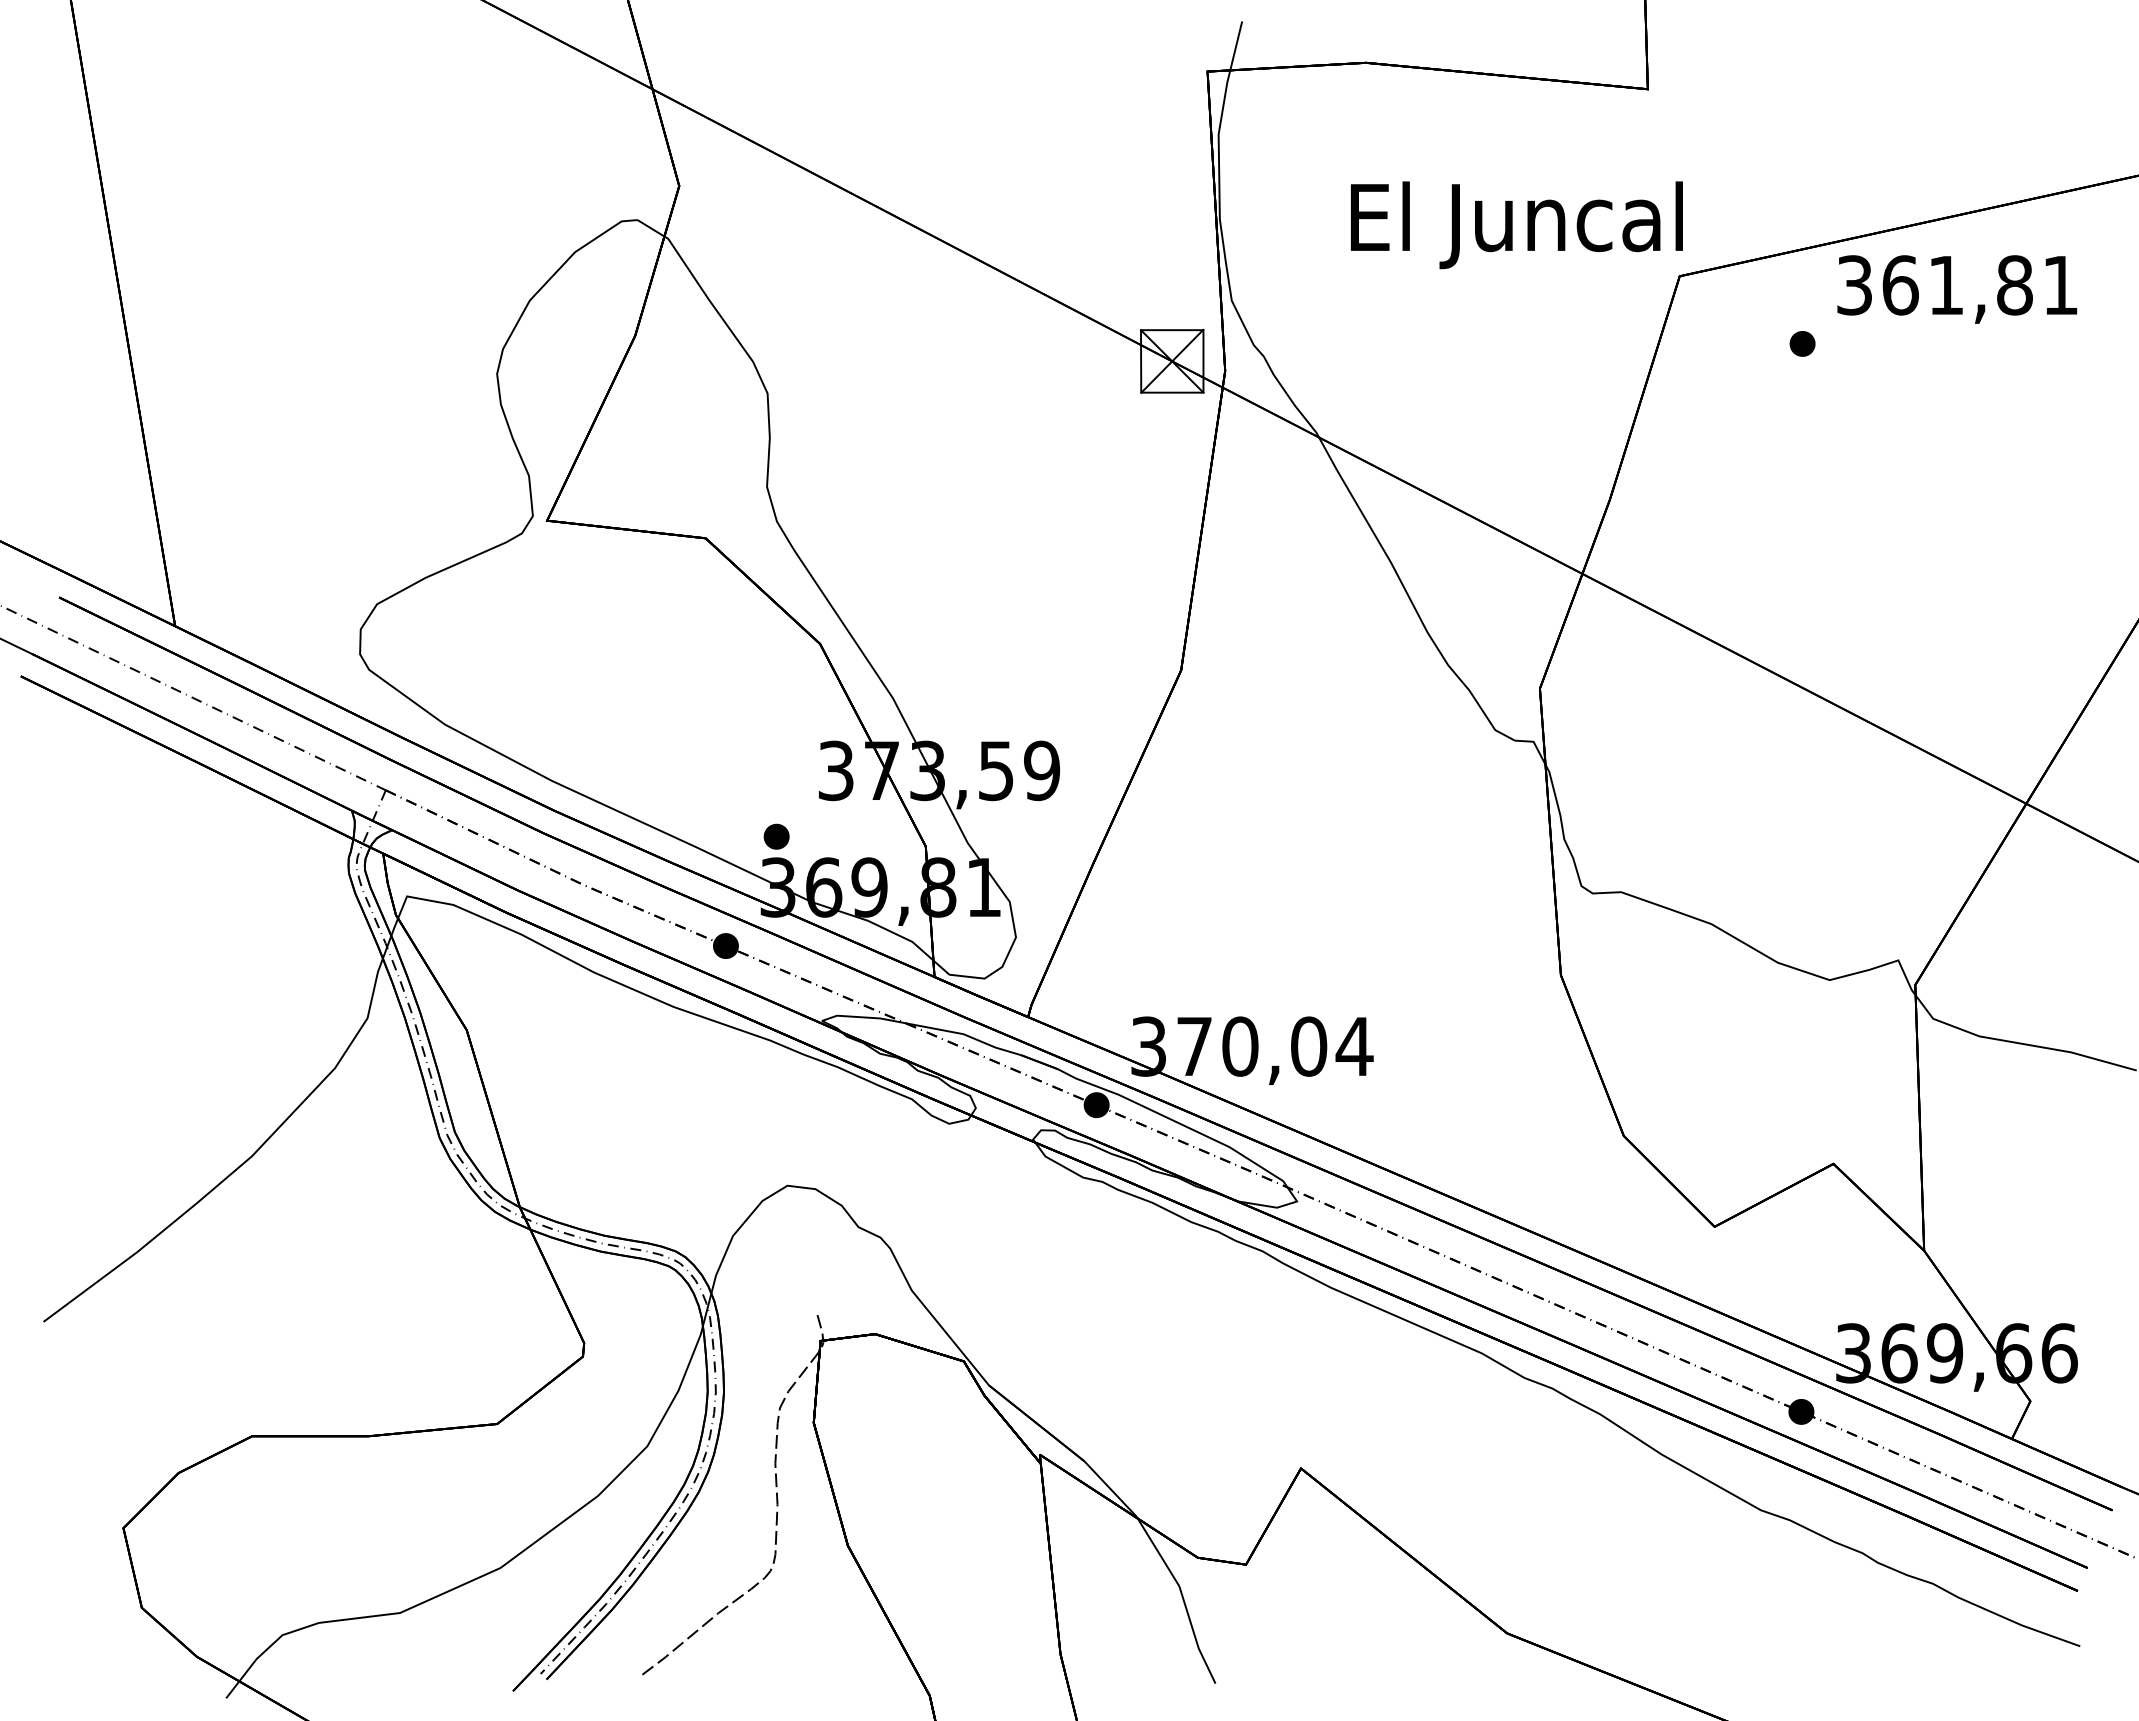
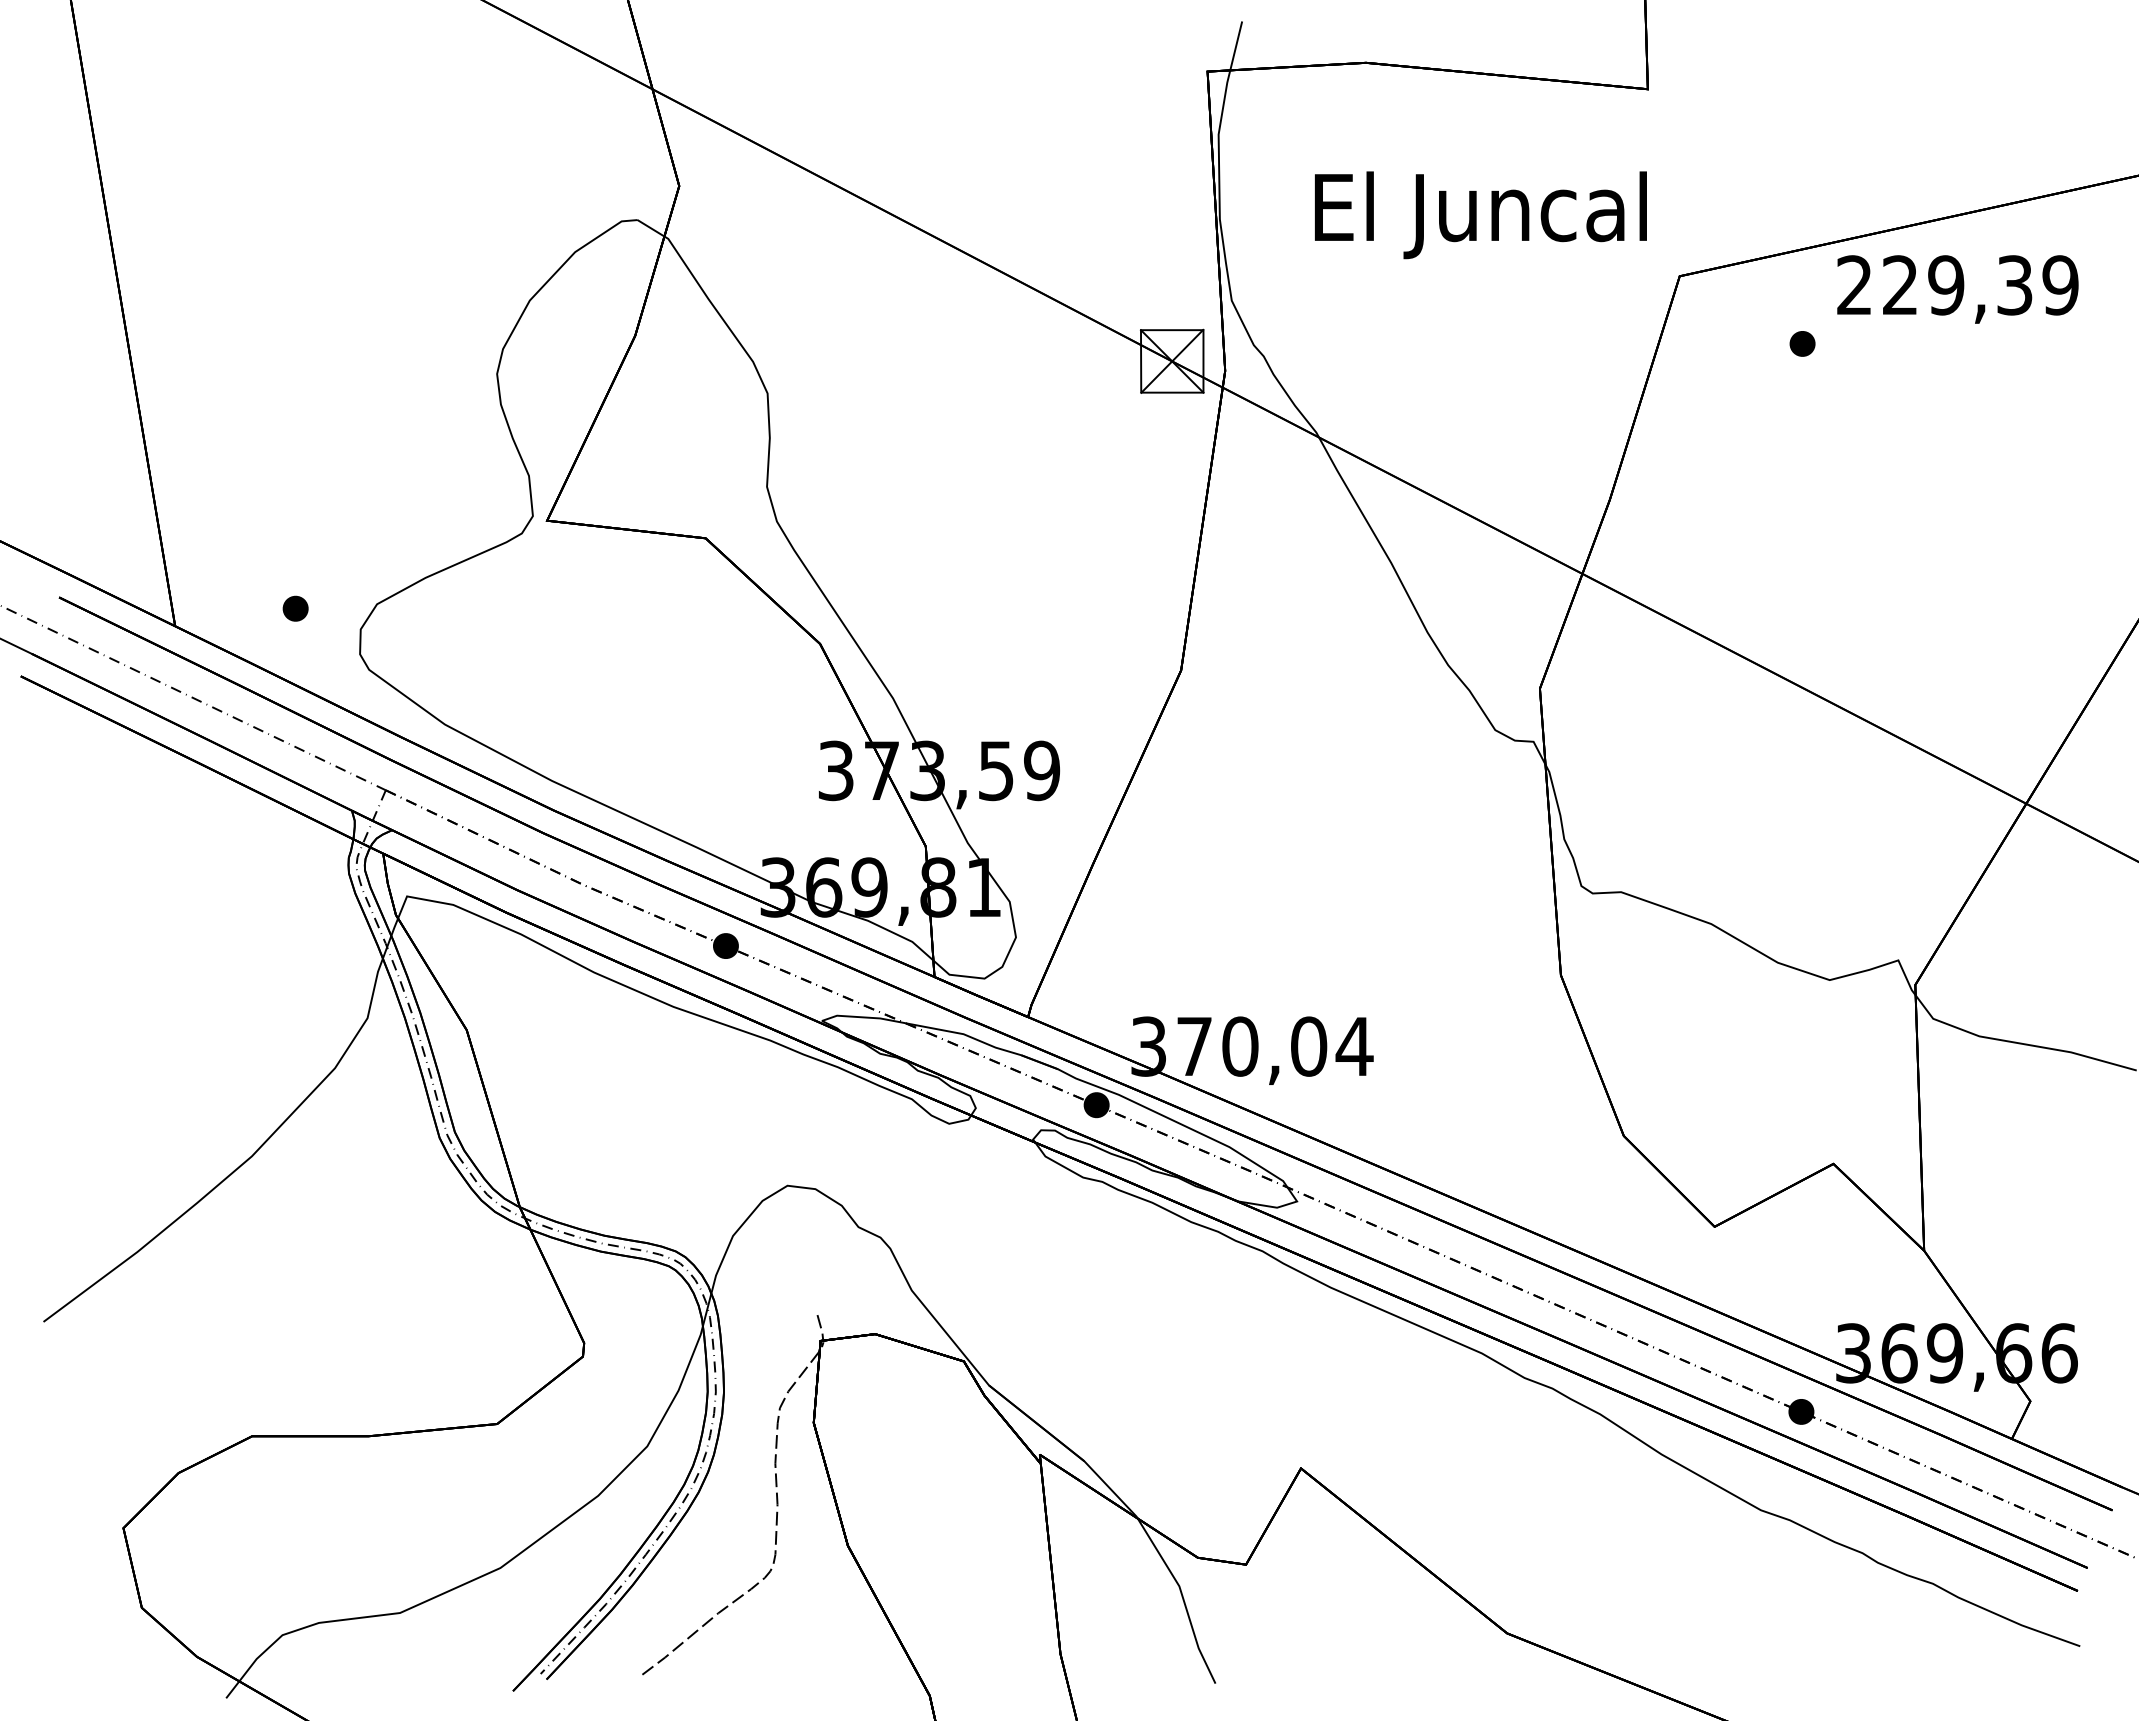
text at (1516, 225) position: (1516, 225) -> (1480, 215)
text at (1957, 285): 361,81 -> 229,39
part at (776, 836) position: (776, 836) -> (295, 608)
